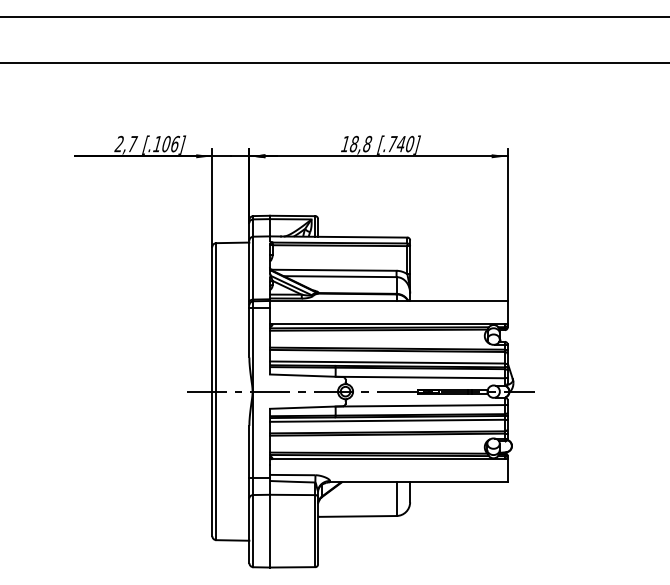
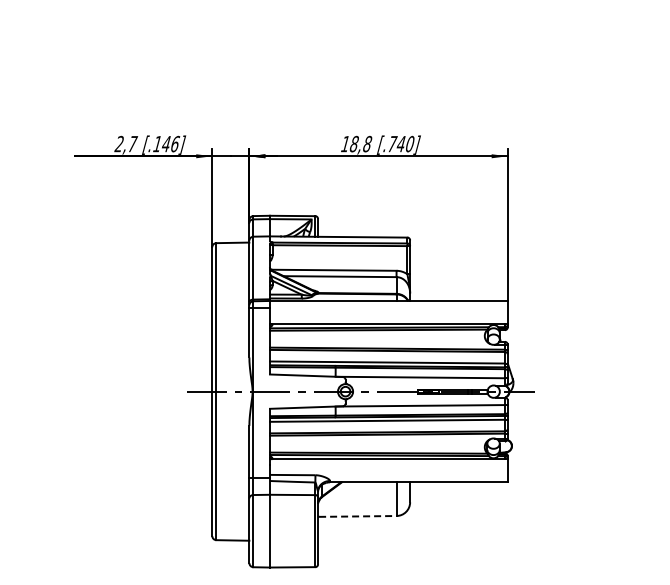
line at (334, 17): present -> none
line at (334, 63): present -> none
text at (166, 143): [.106] -> [.146]
line at (357, 516): solid -> dashed
